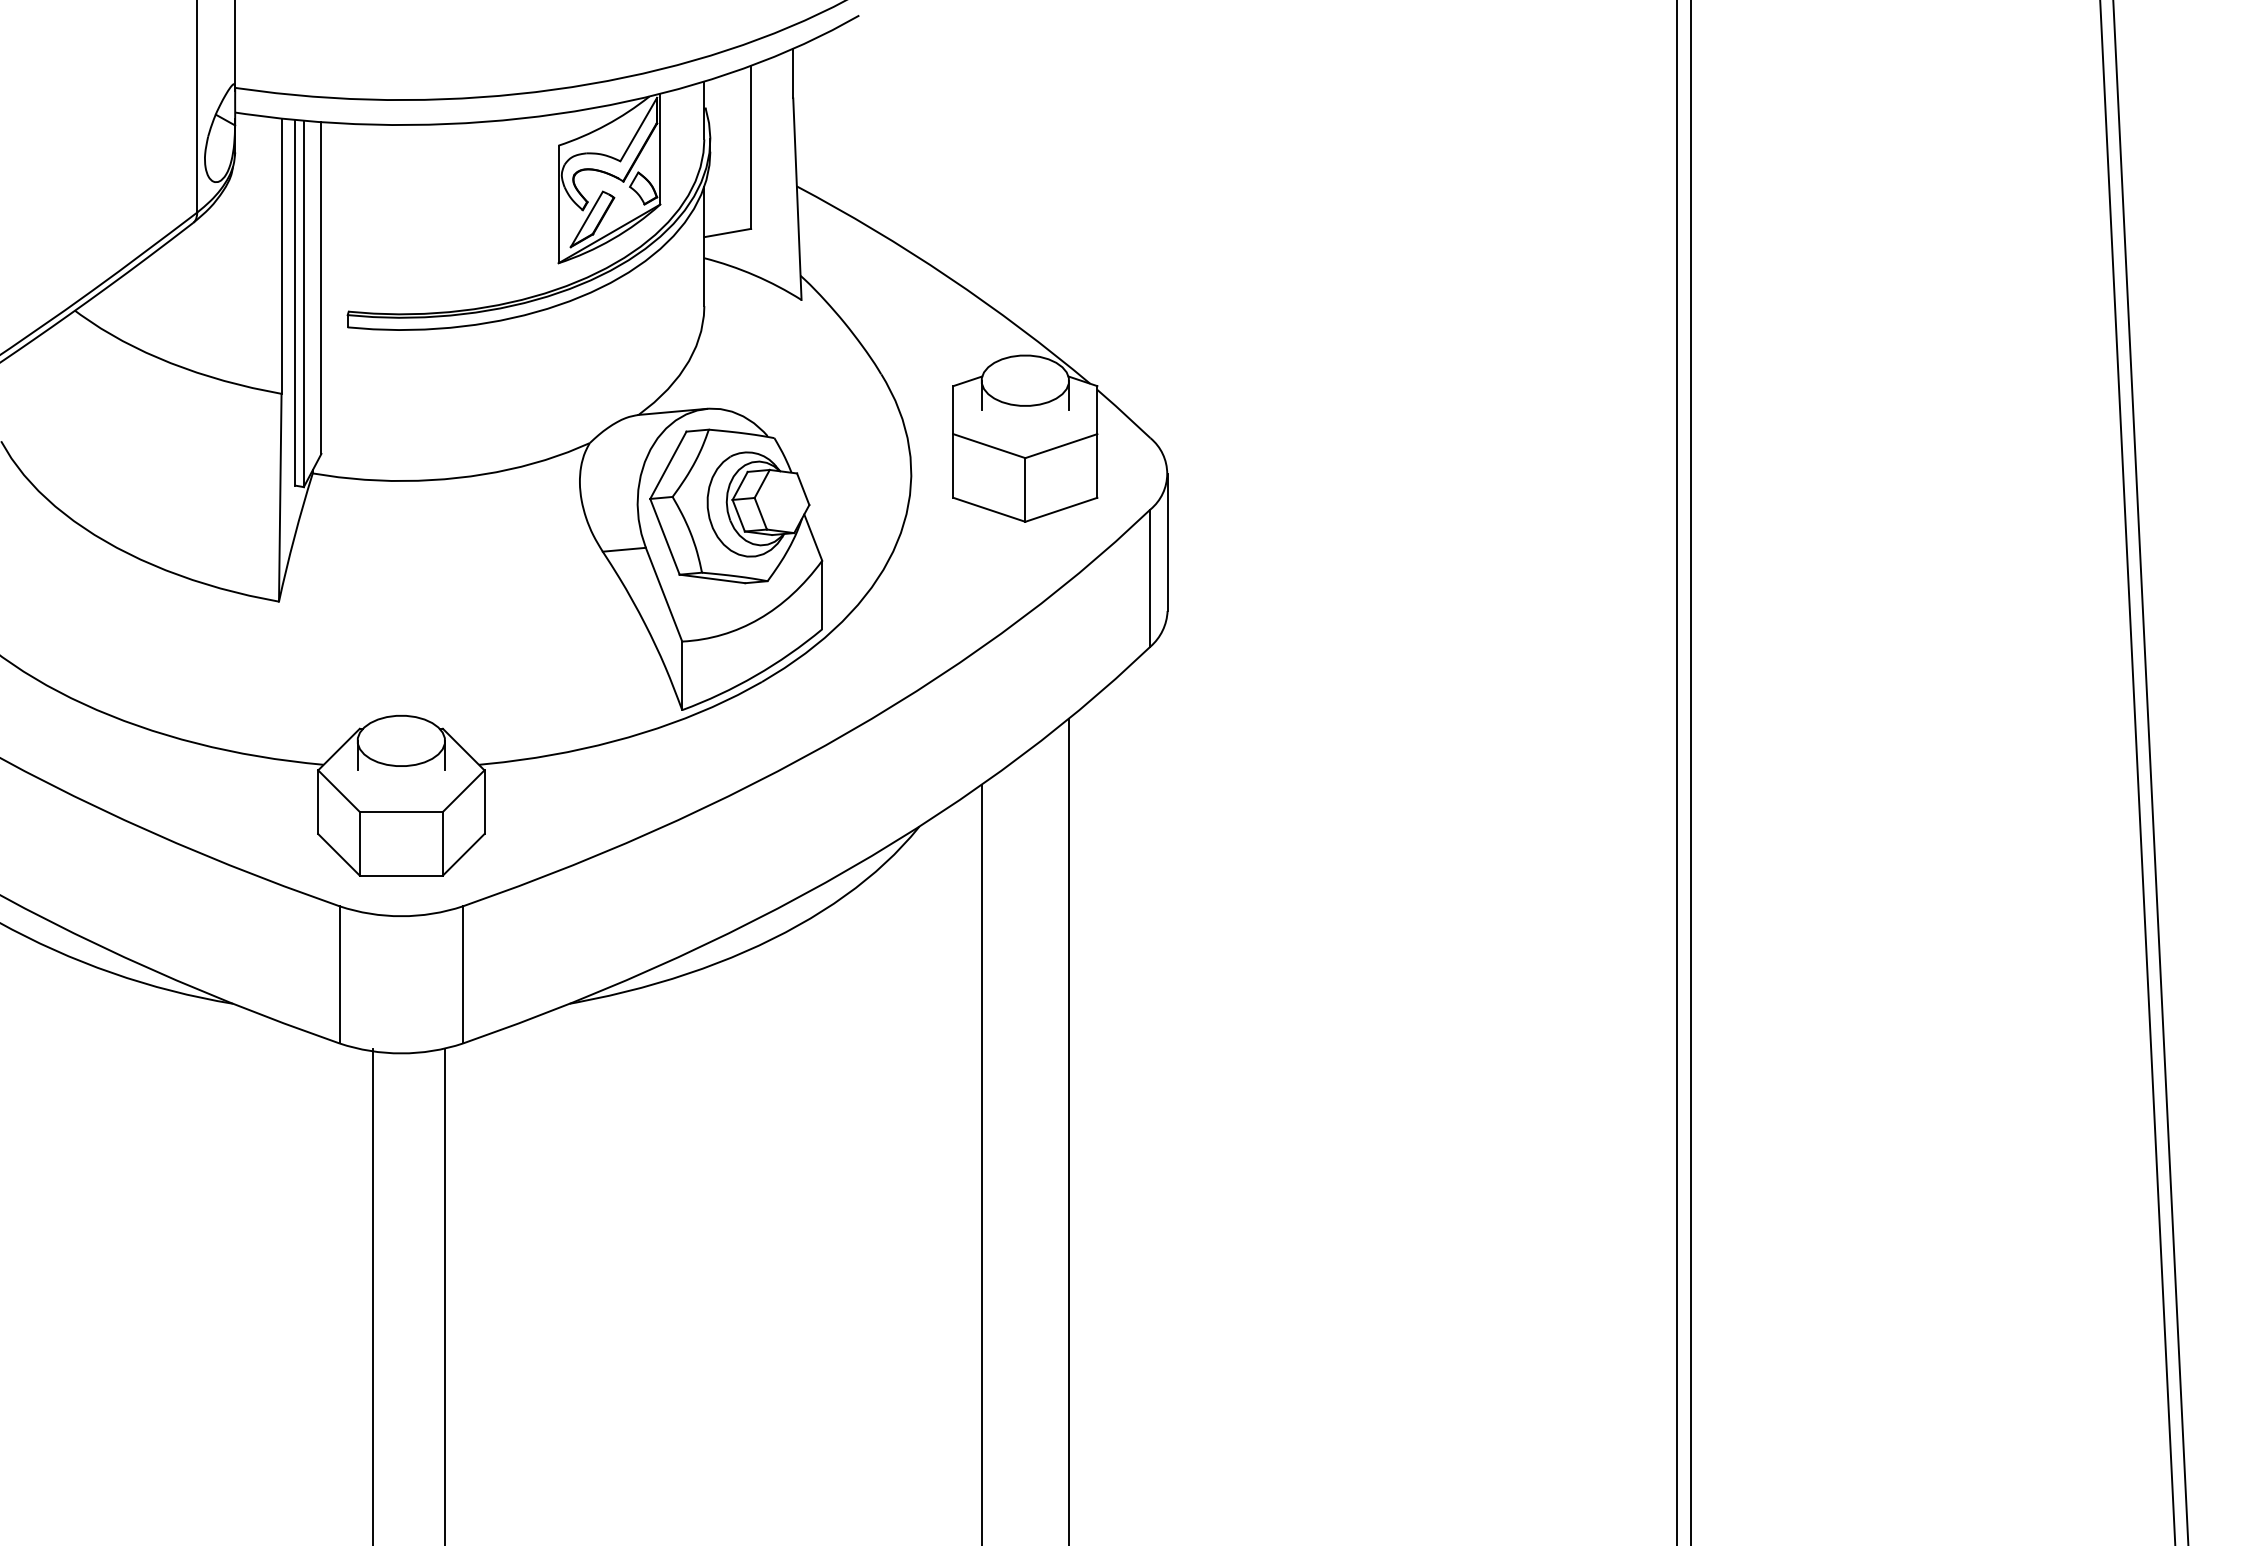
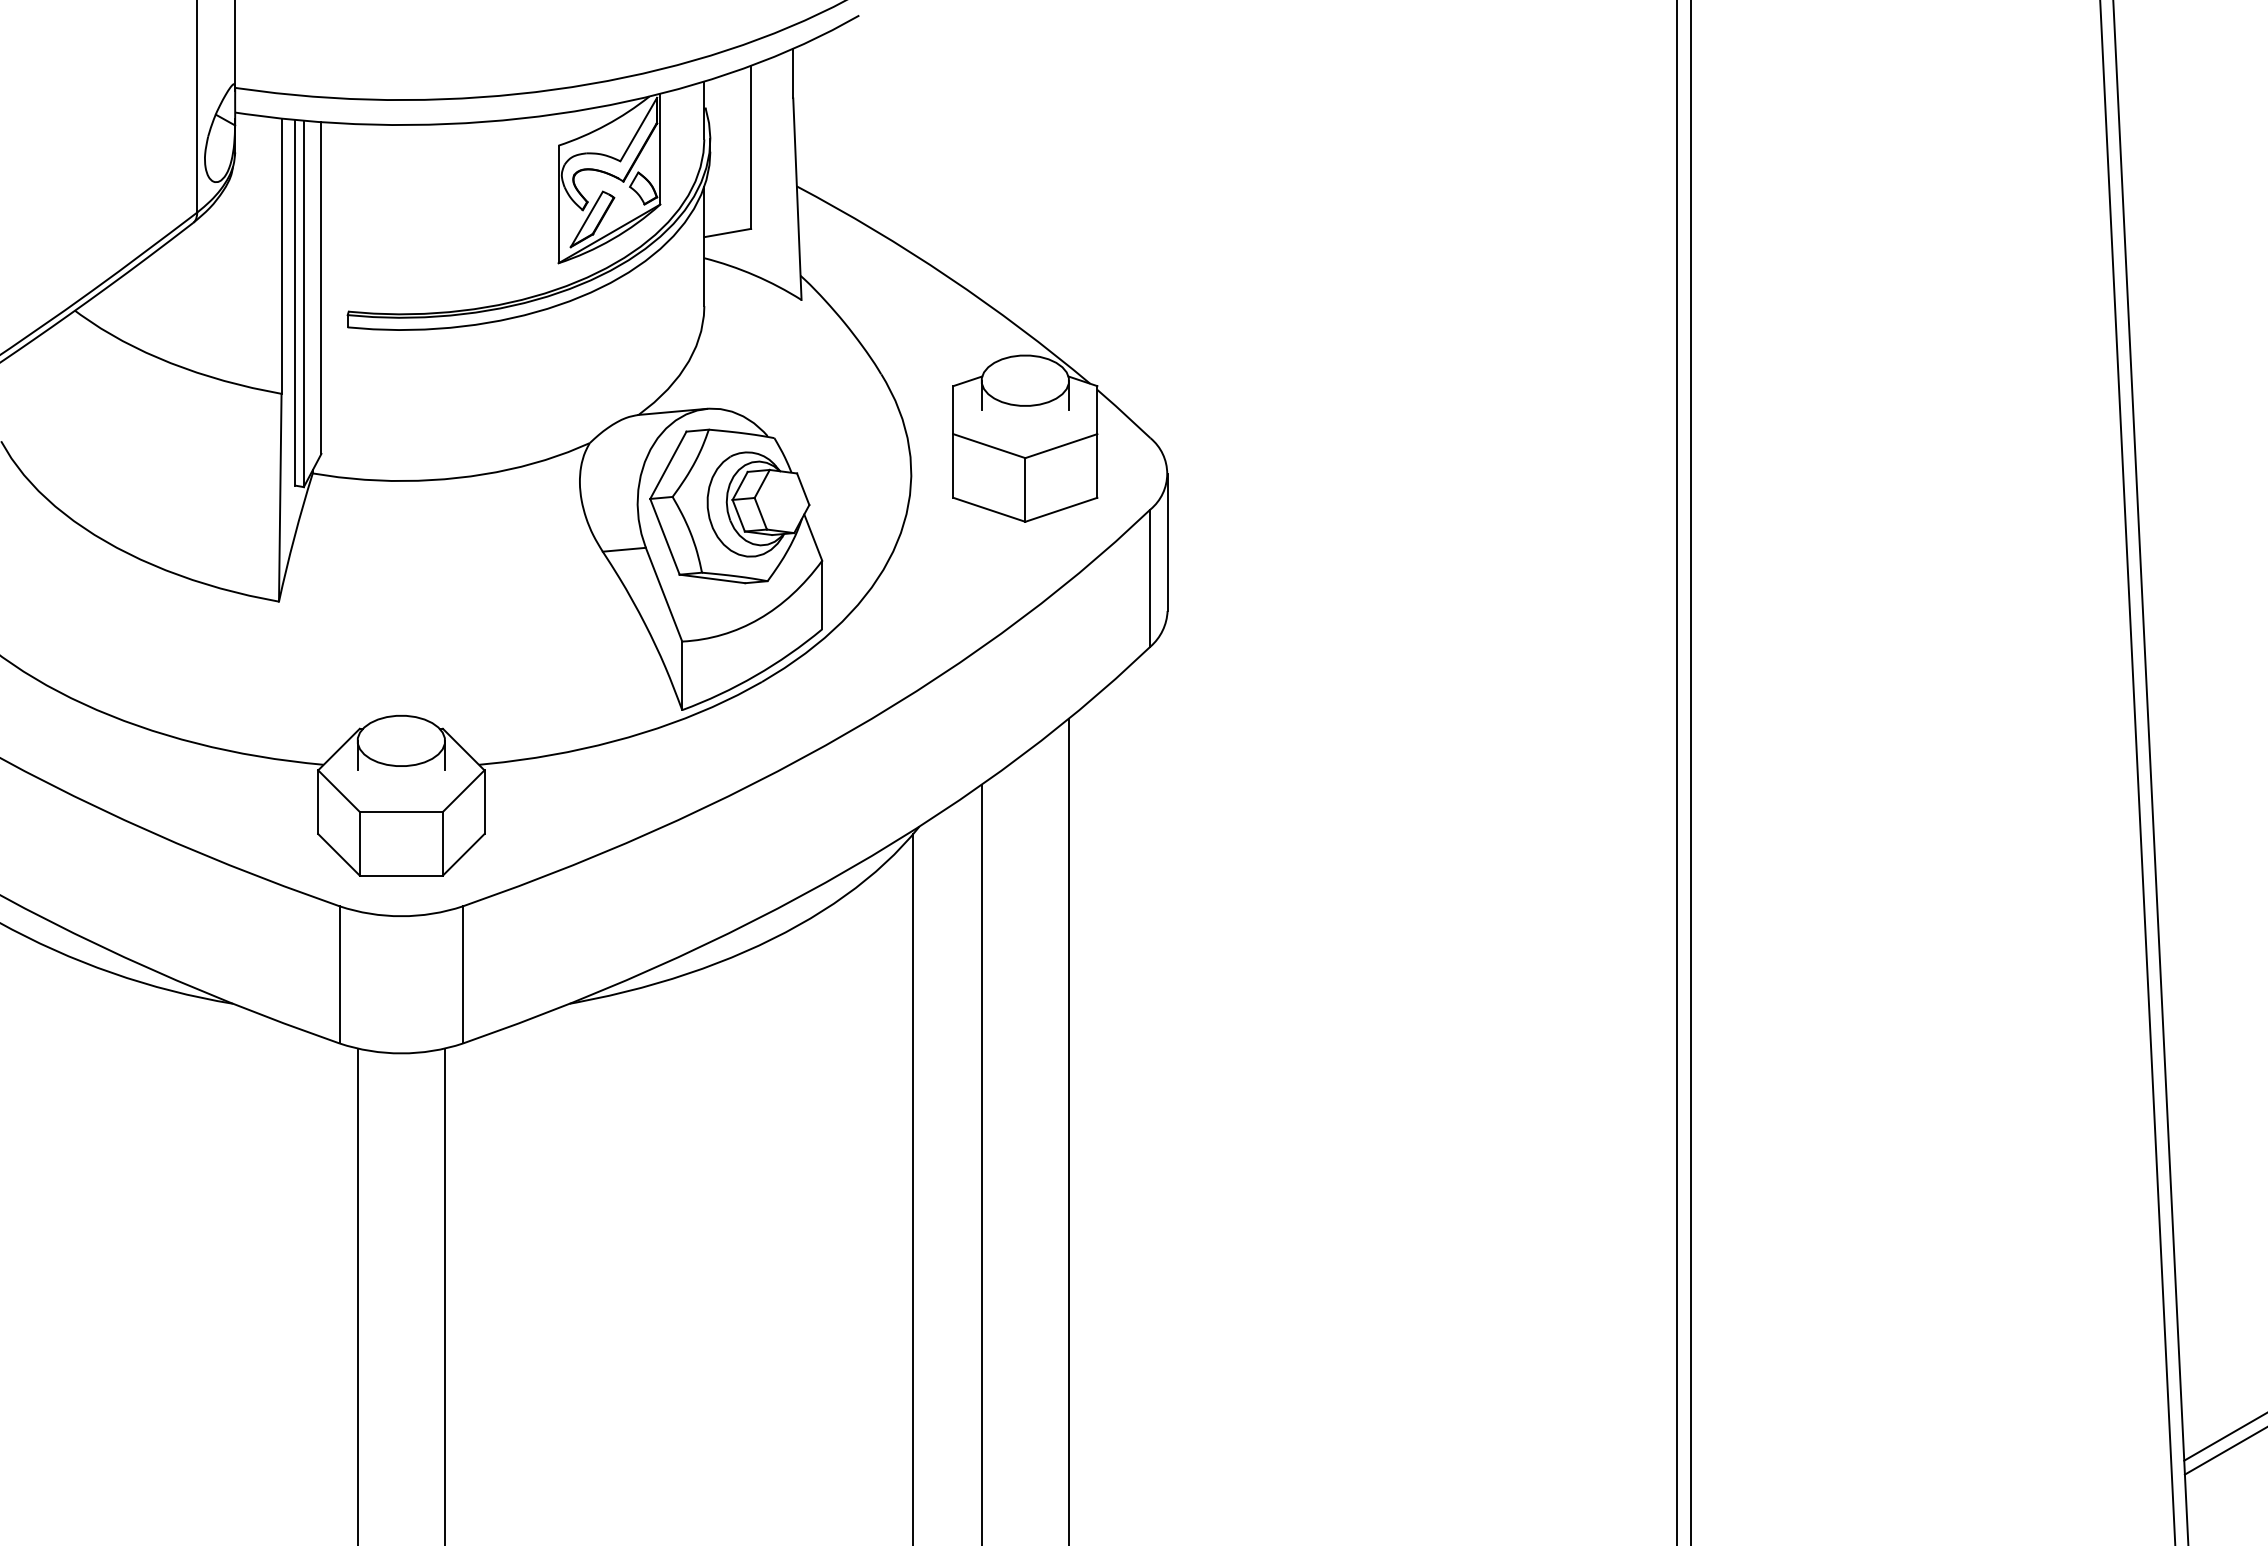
line at (913, 1187): none -> present
line at (372, 1295) position: (372, 1295) -> (357, 1295)
line at (2224, 1437): none -> present
line at (2224, 1451): none -> present
